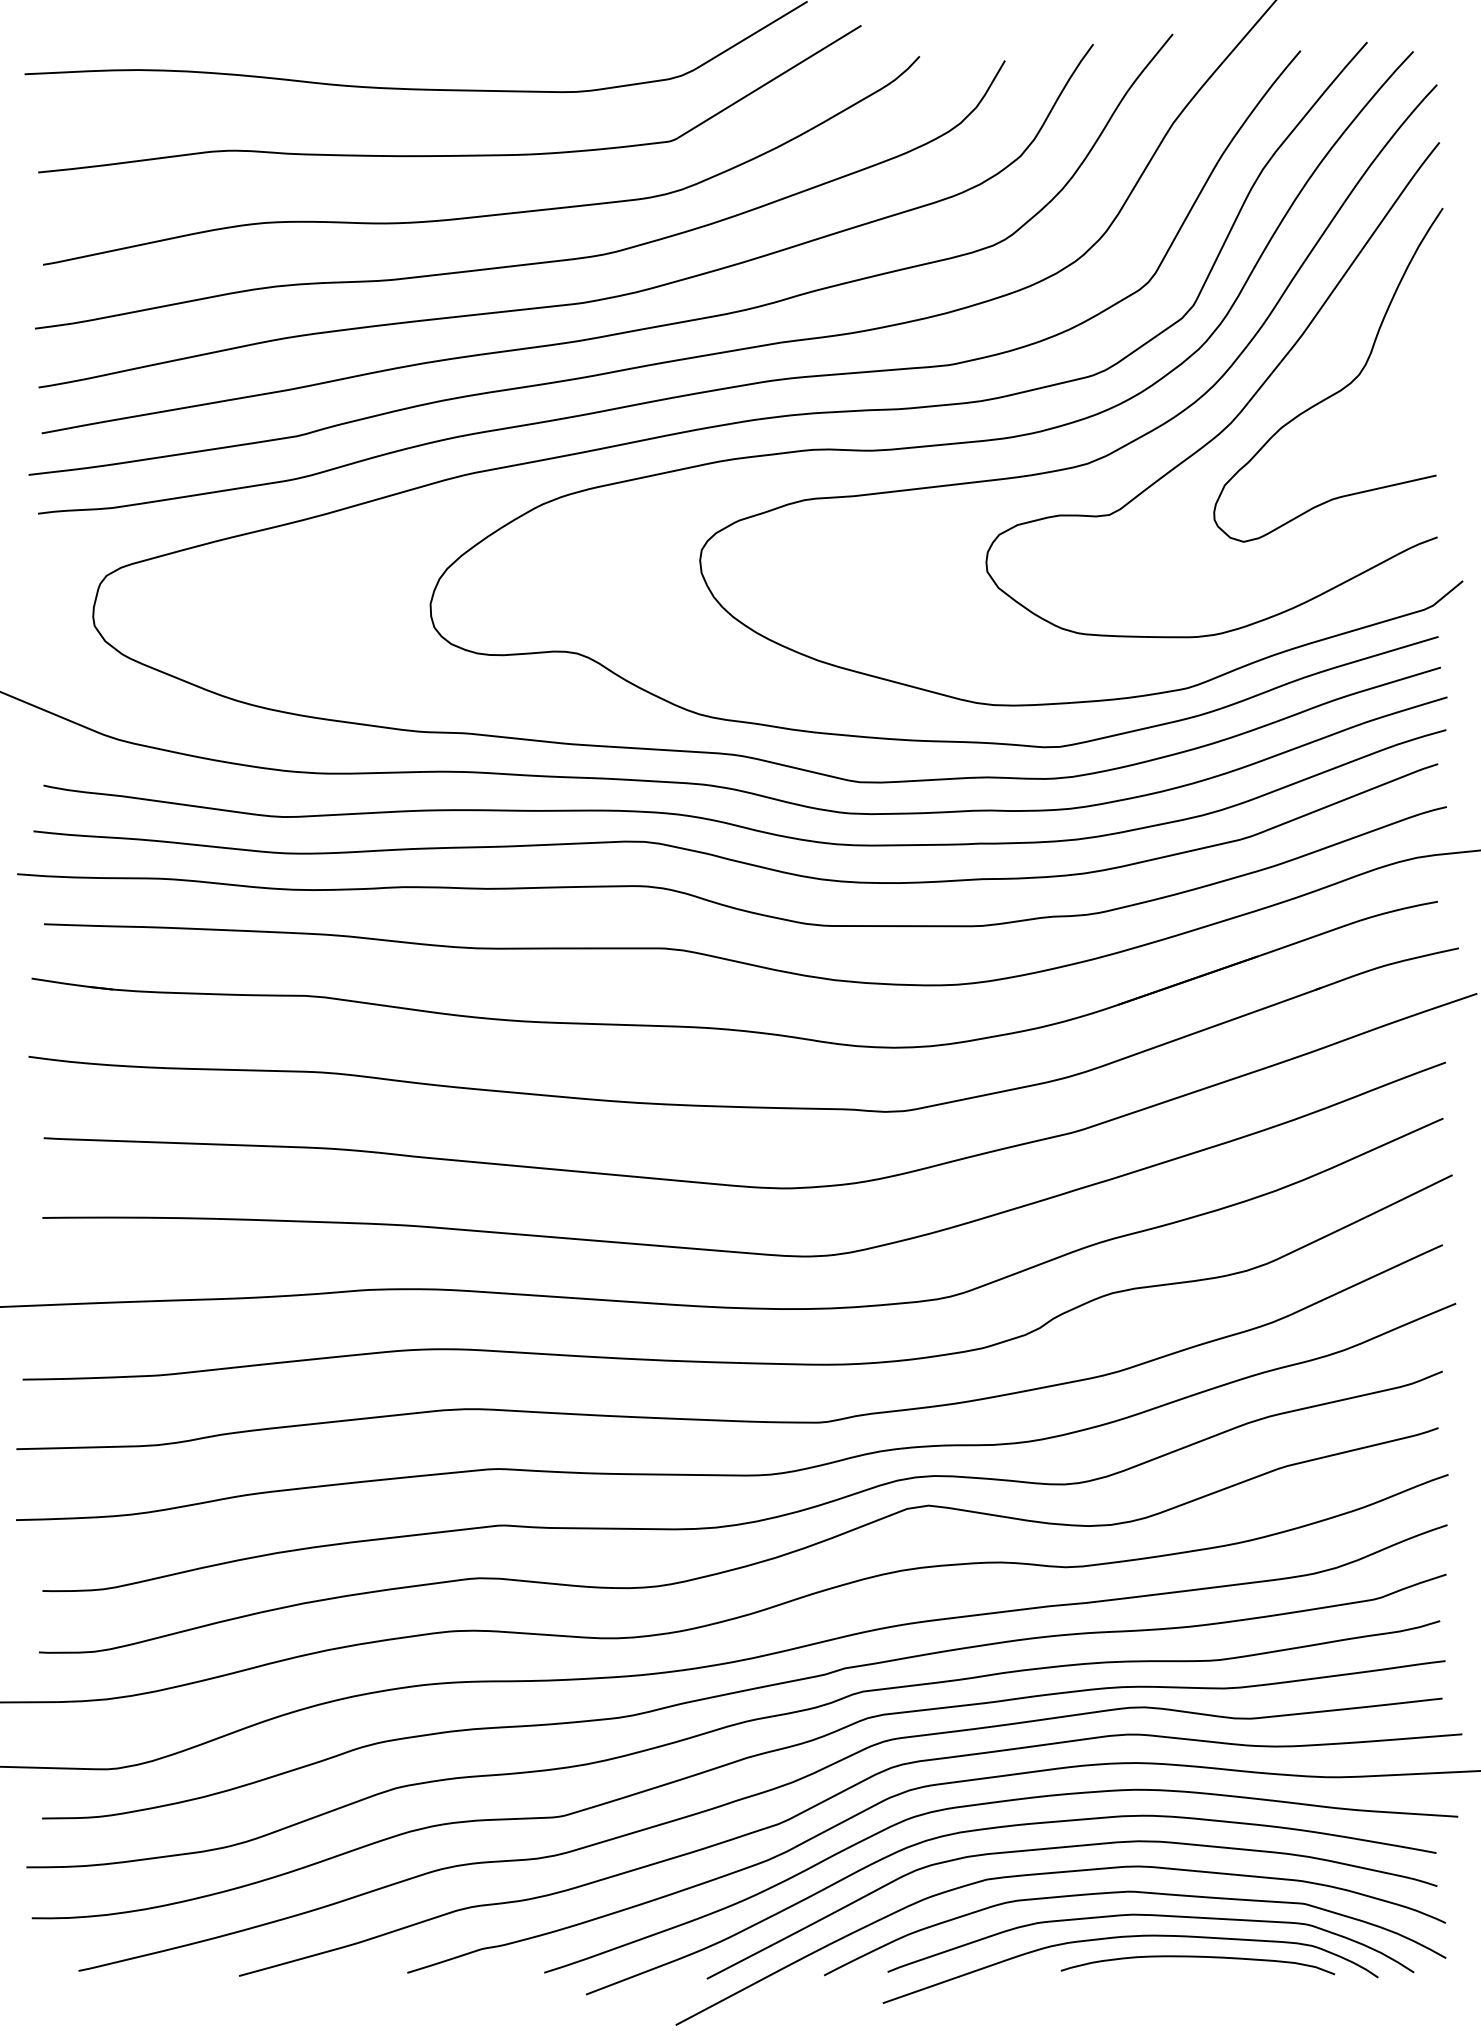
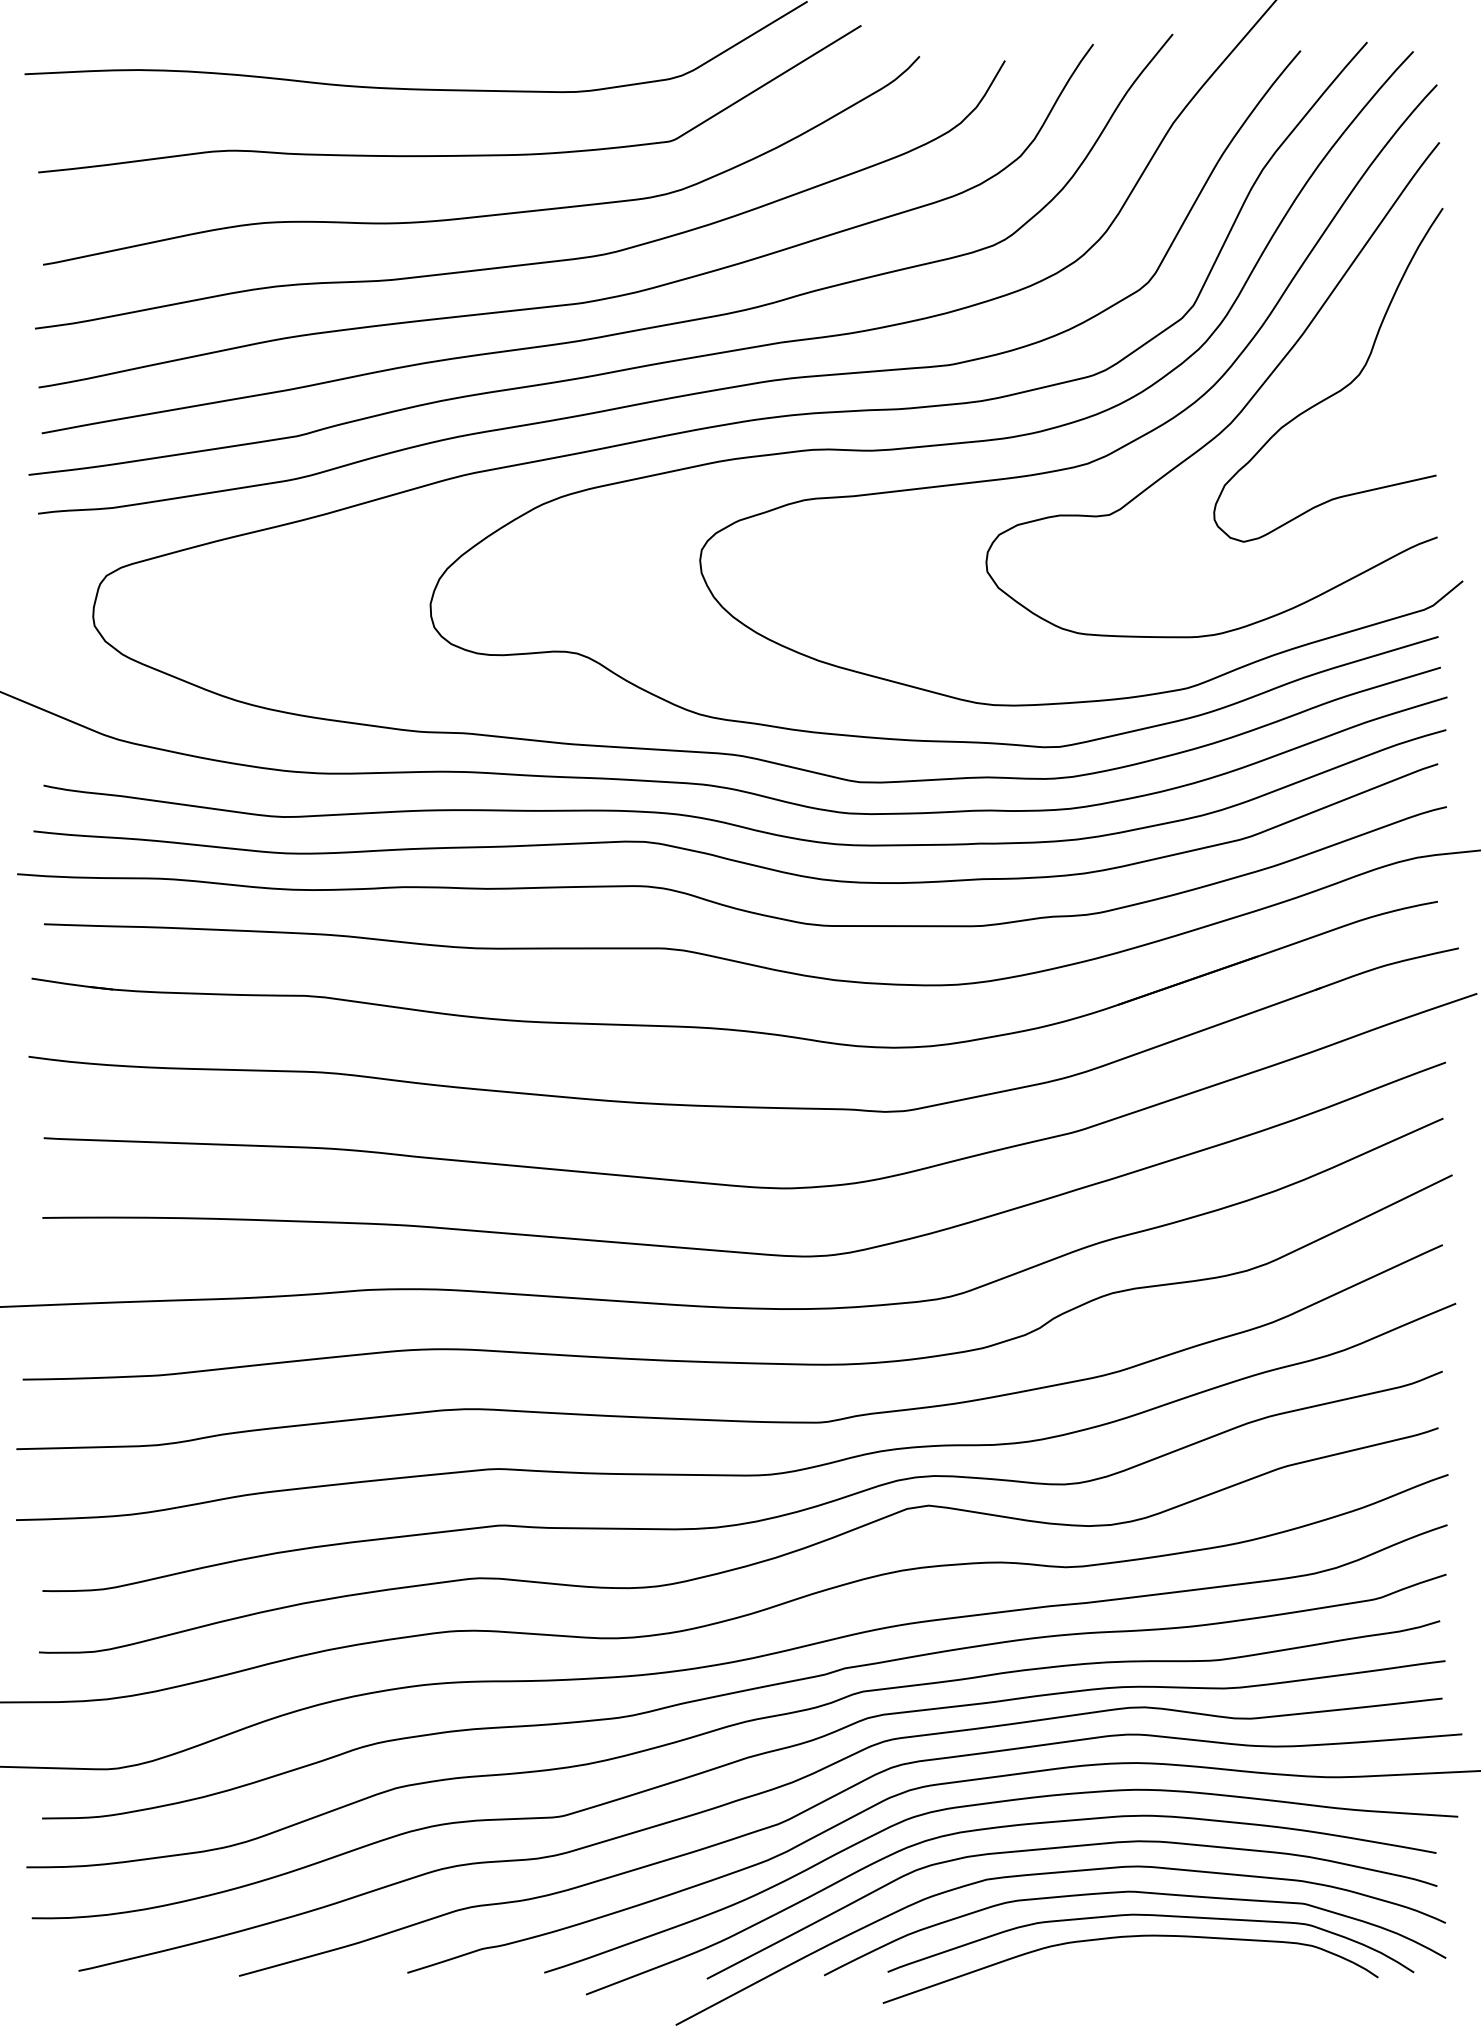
curve at (1197, 1957): present -> none
